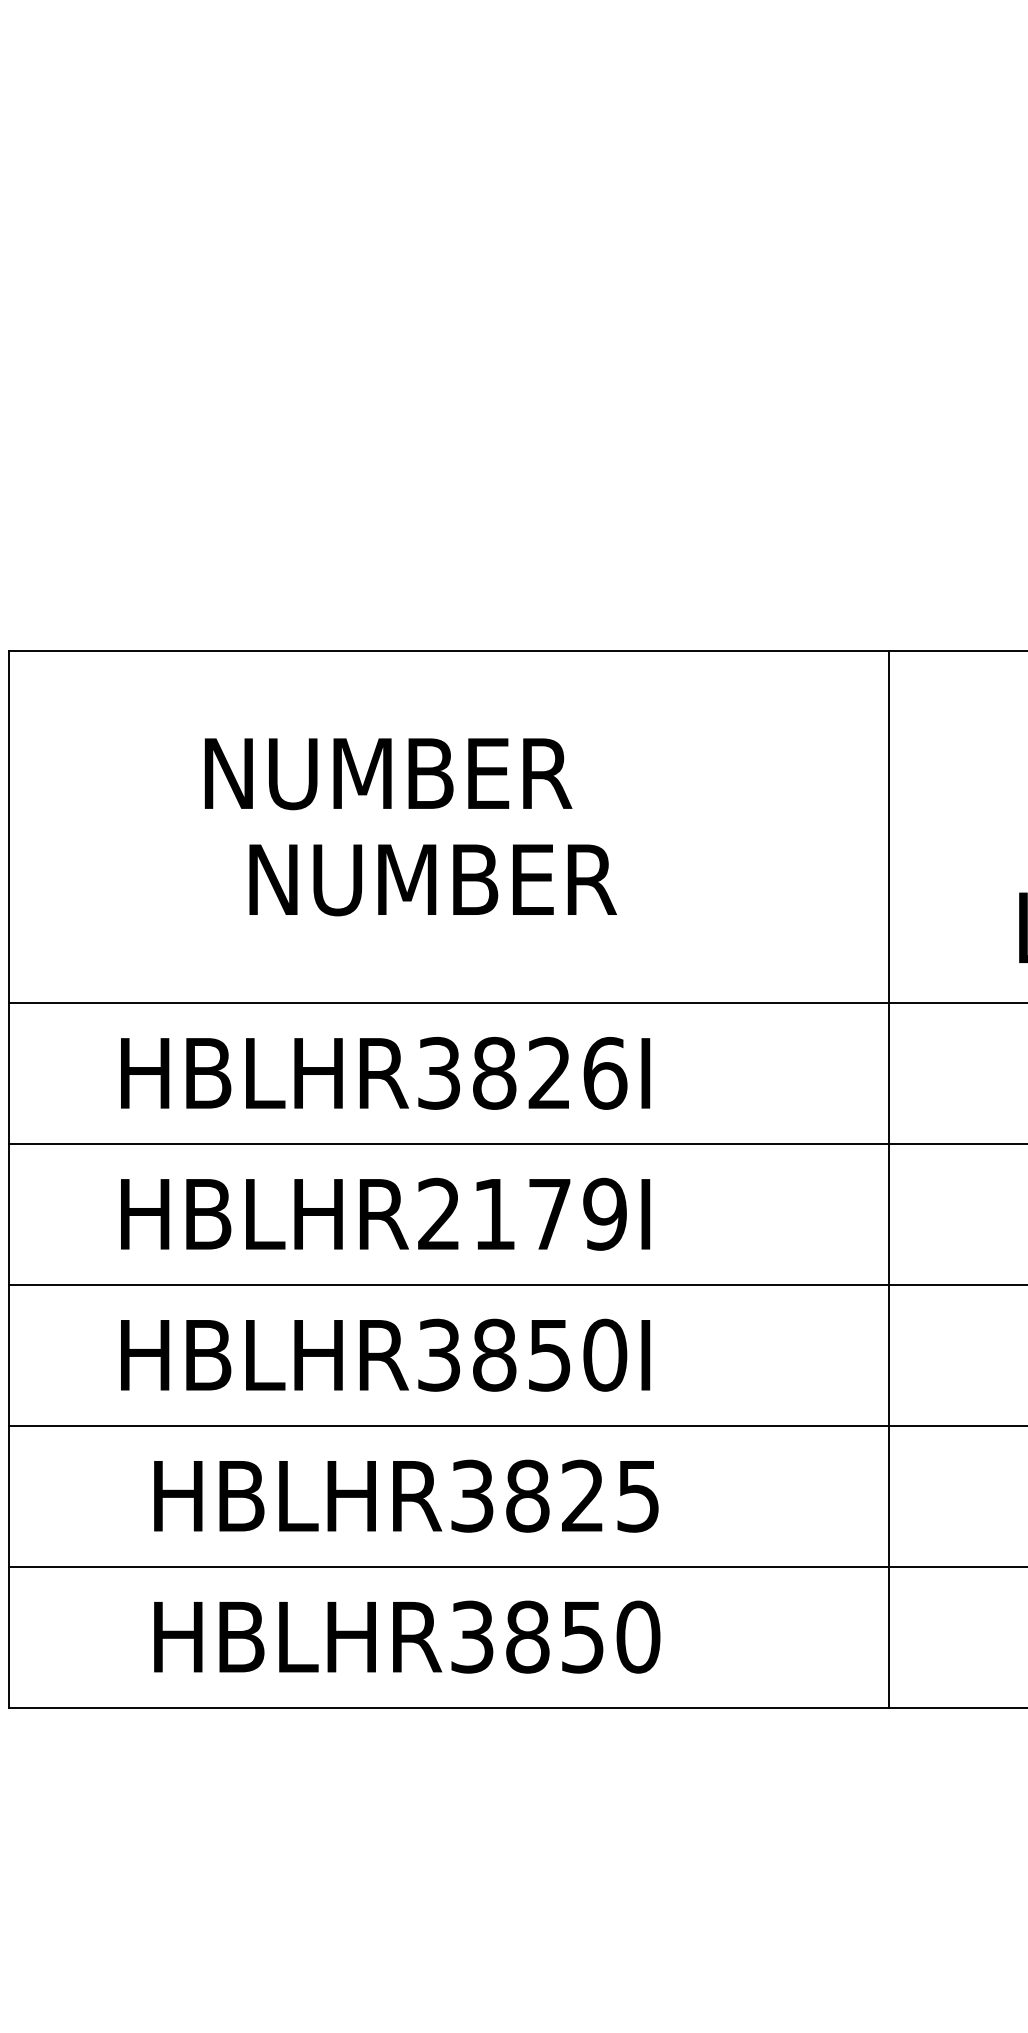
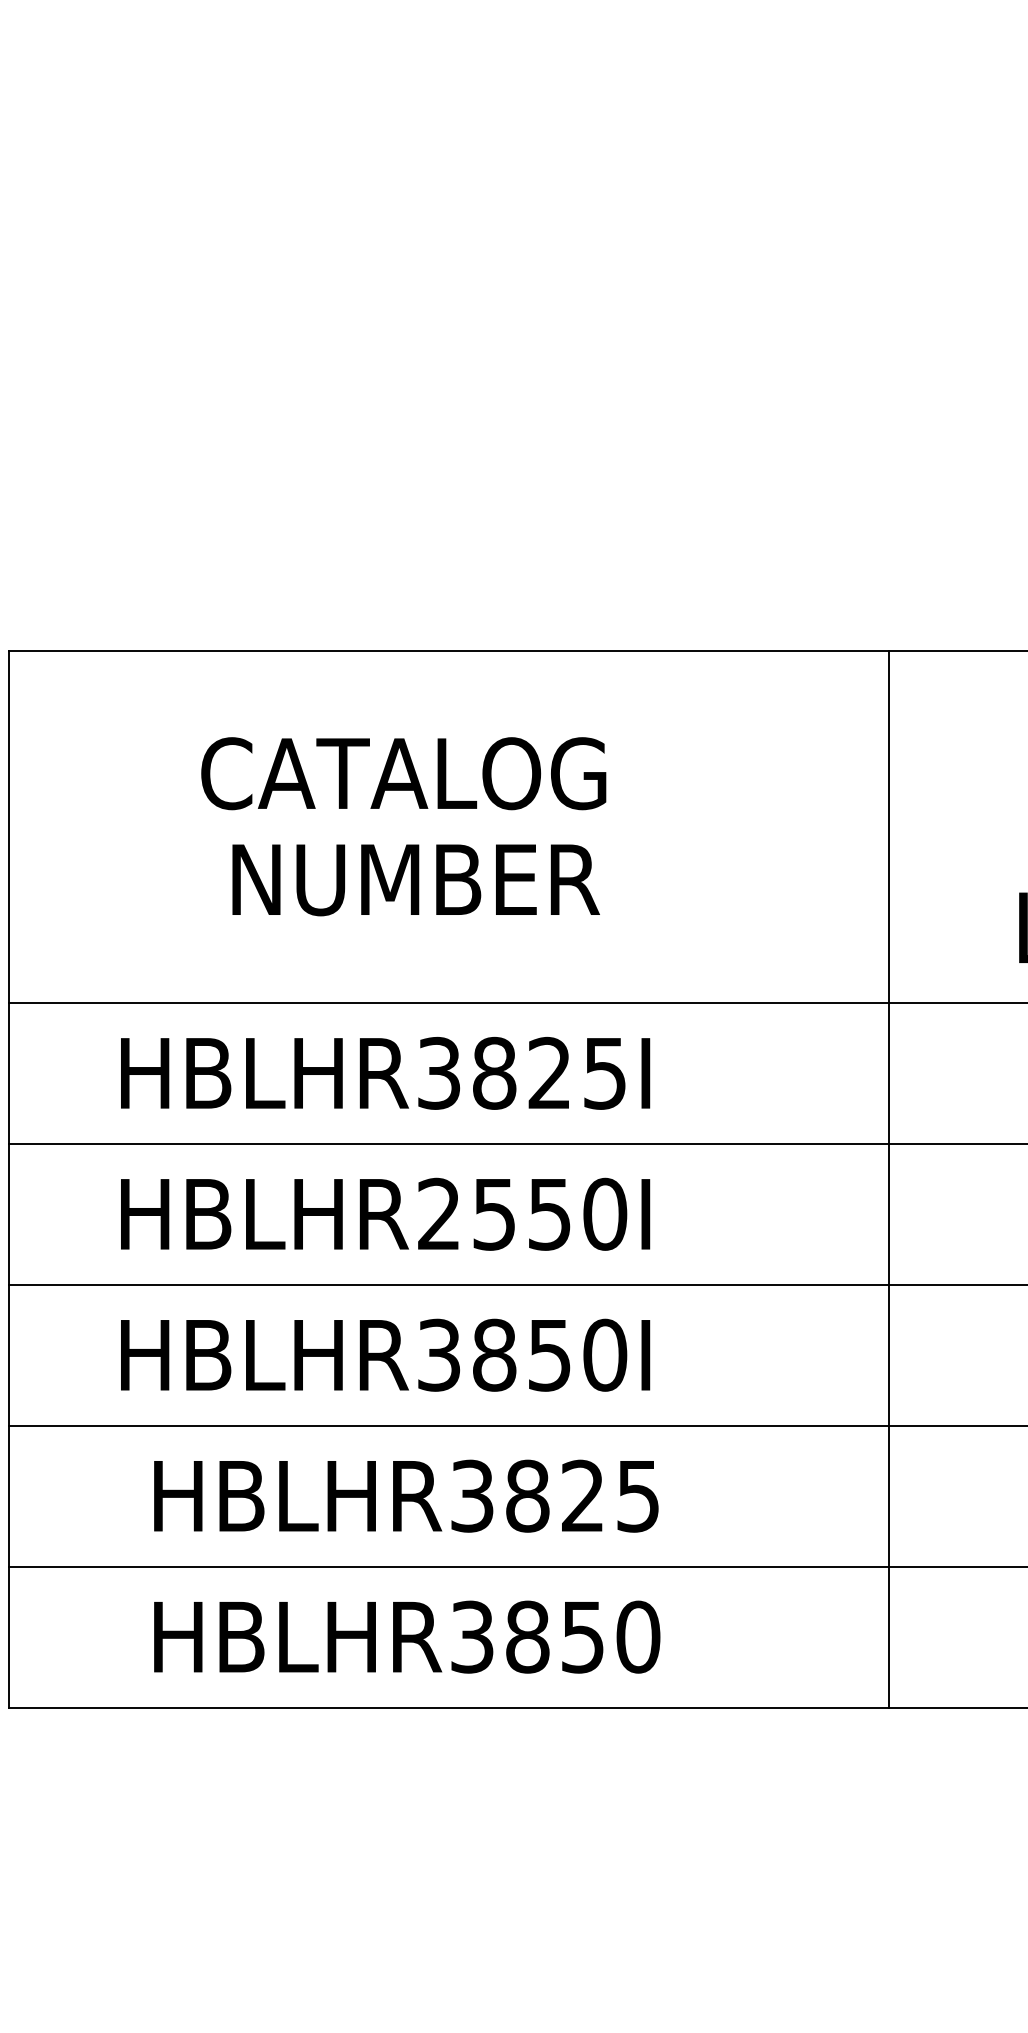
text at (403, 773): NUMBER -> CATALOG
text at (432, 880) position: (432, 880) -> (415, 880)
text at (605, 1072): HBLHR3826I -> HBLHR3825I
text at (550, 1213): HBLHR2179I -> HBLHR2550I
